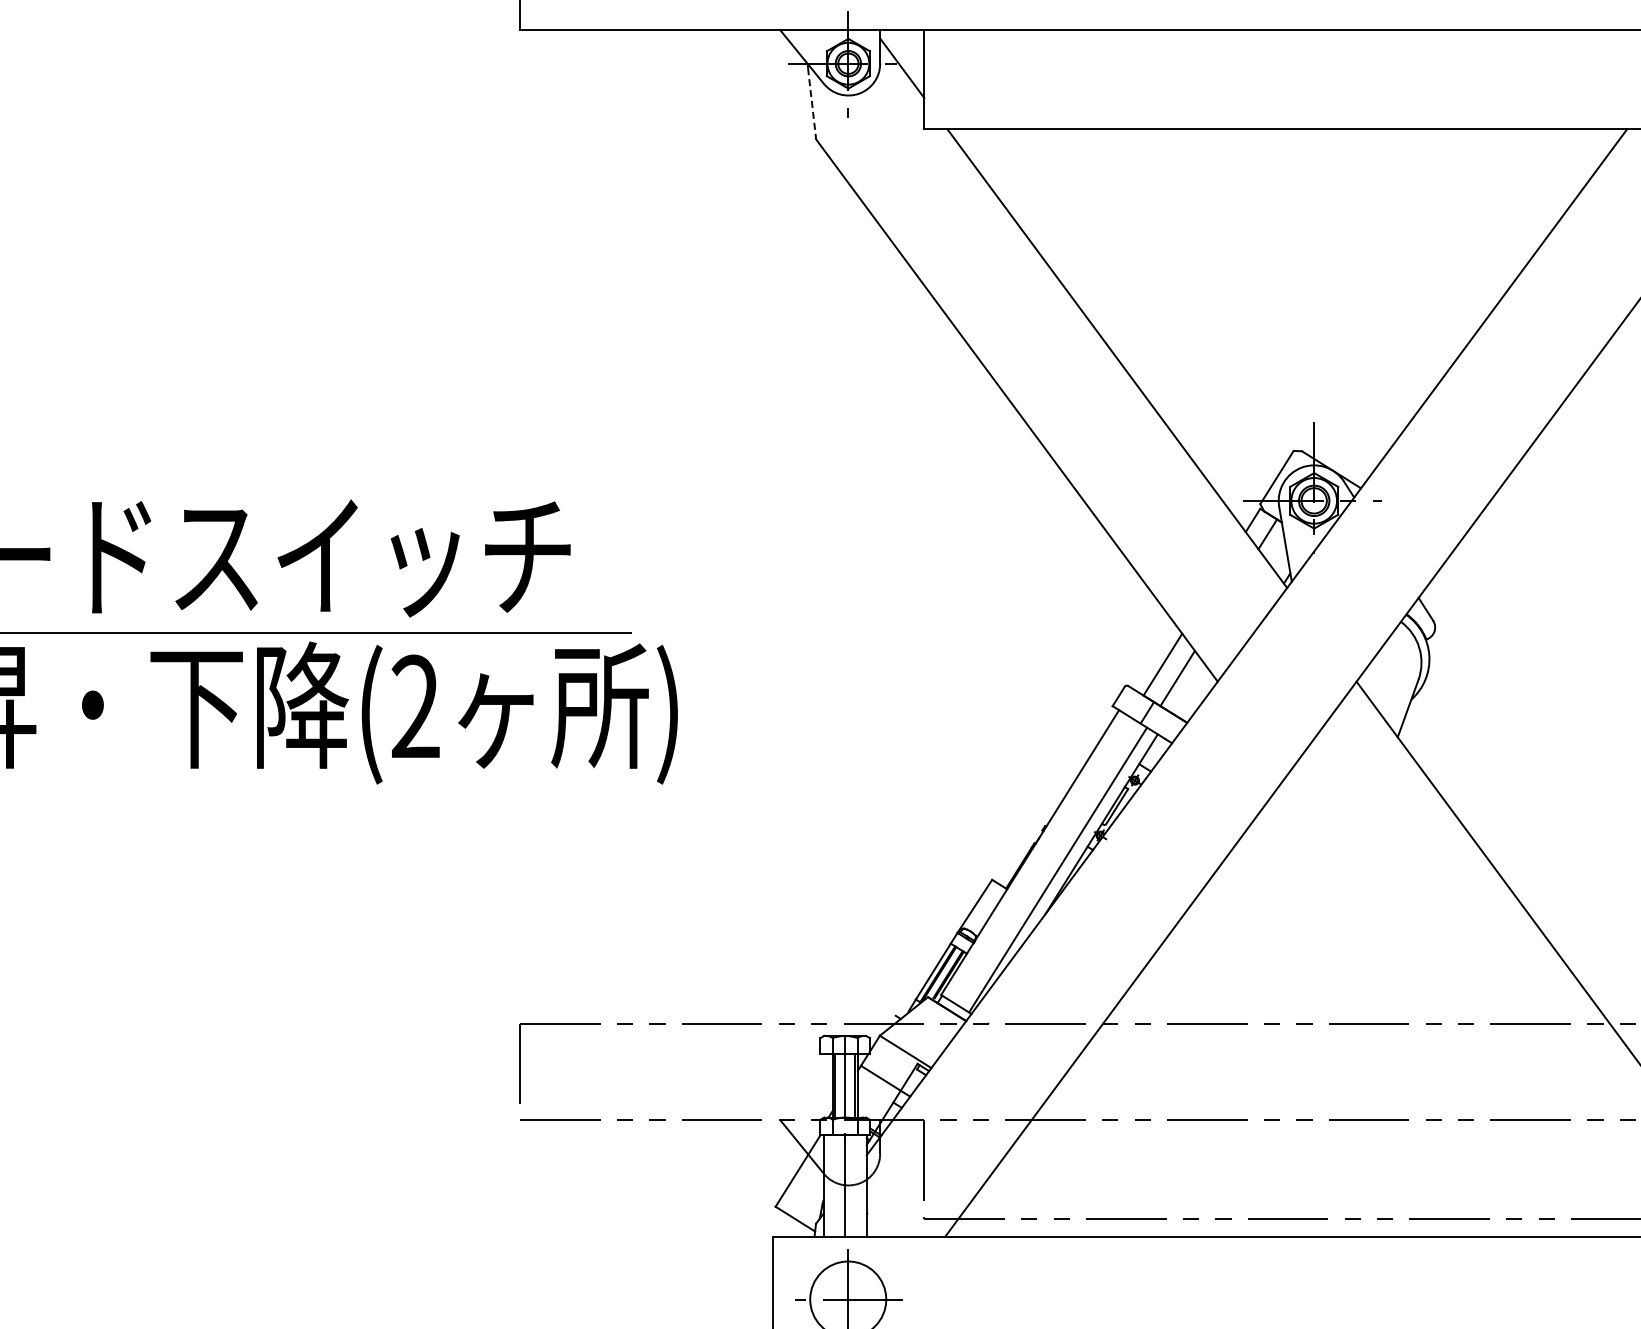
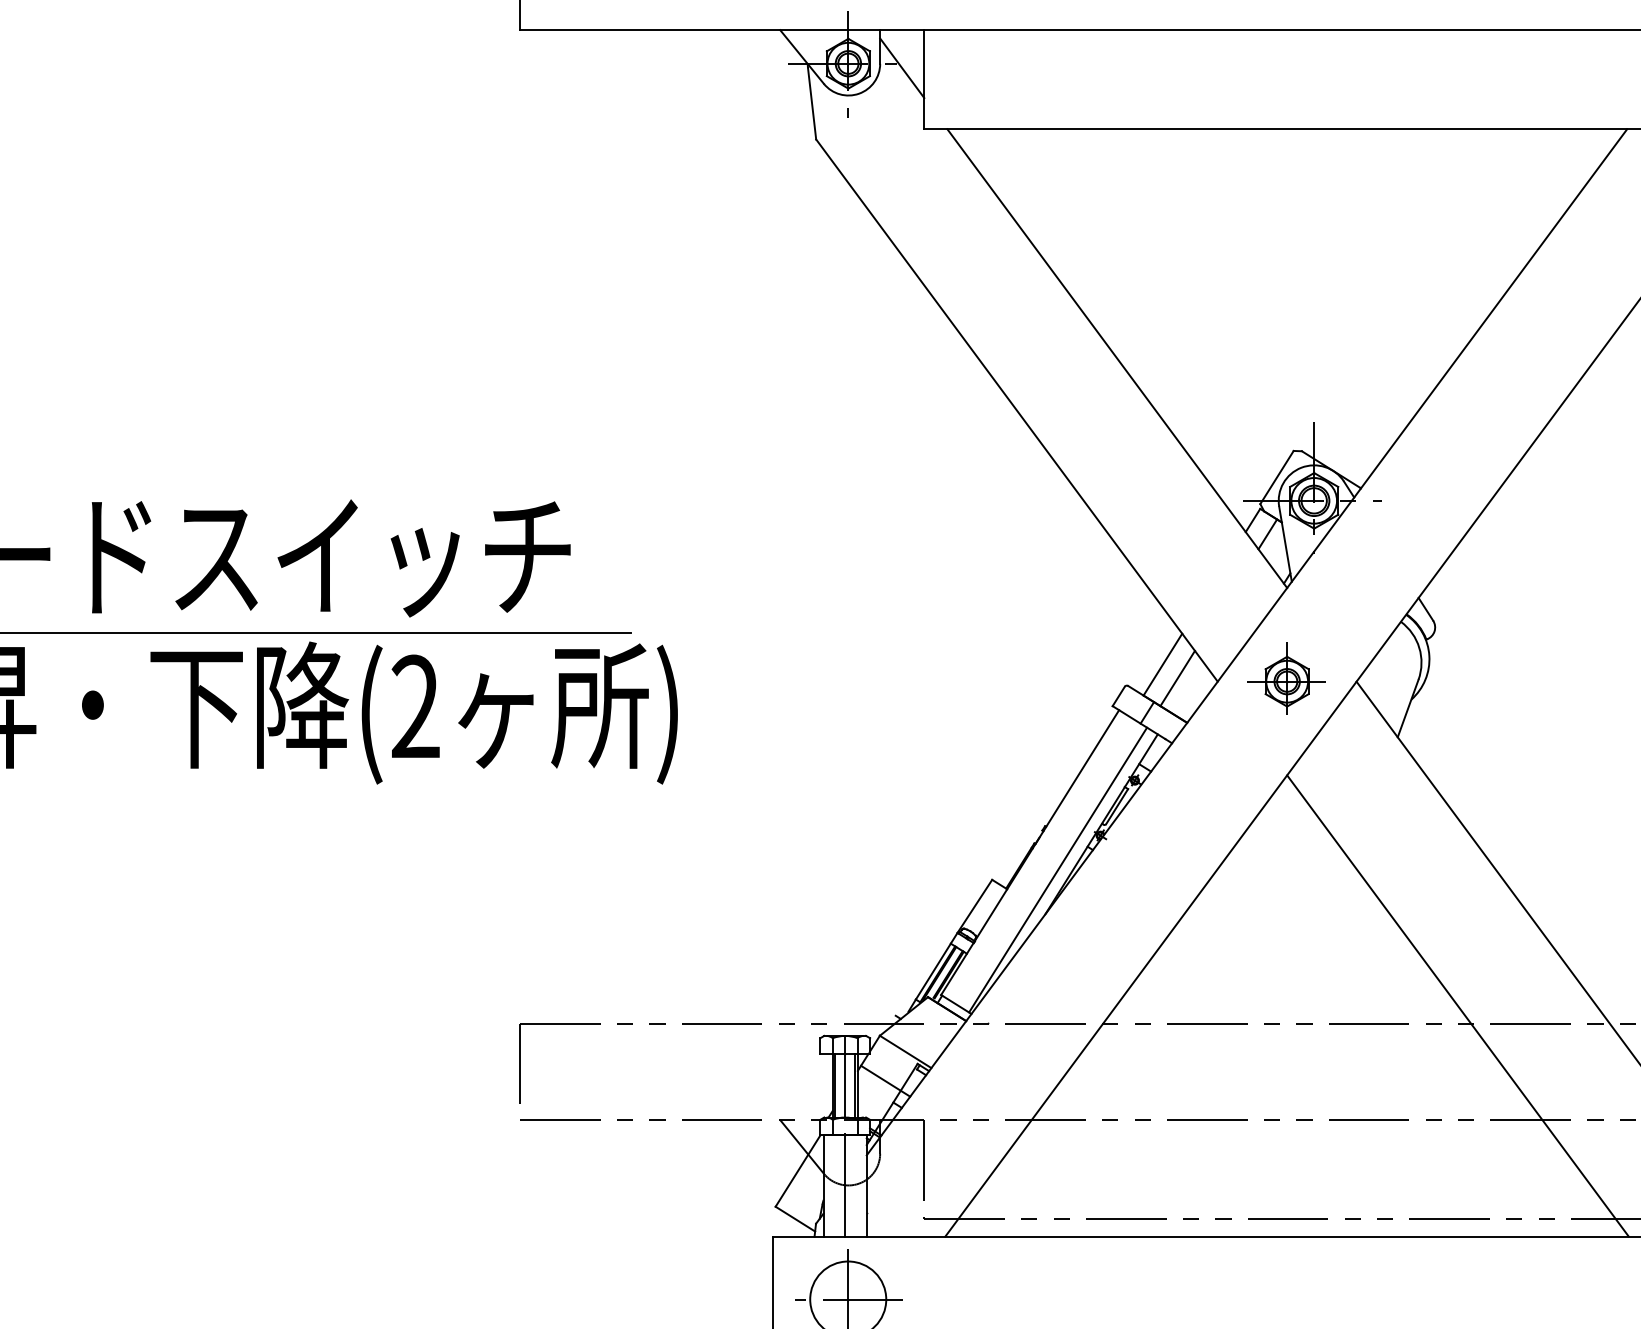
line at (812, 103): dashed -> solid
part at (1286, 678): none -> present
line at (1457, 1005): none -> present
